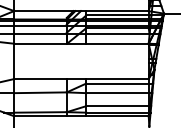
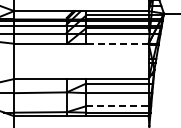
line at (117, 43): solid -> dashed
line at (118, 106): solid -> dashed
